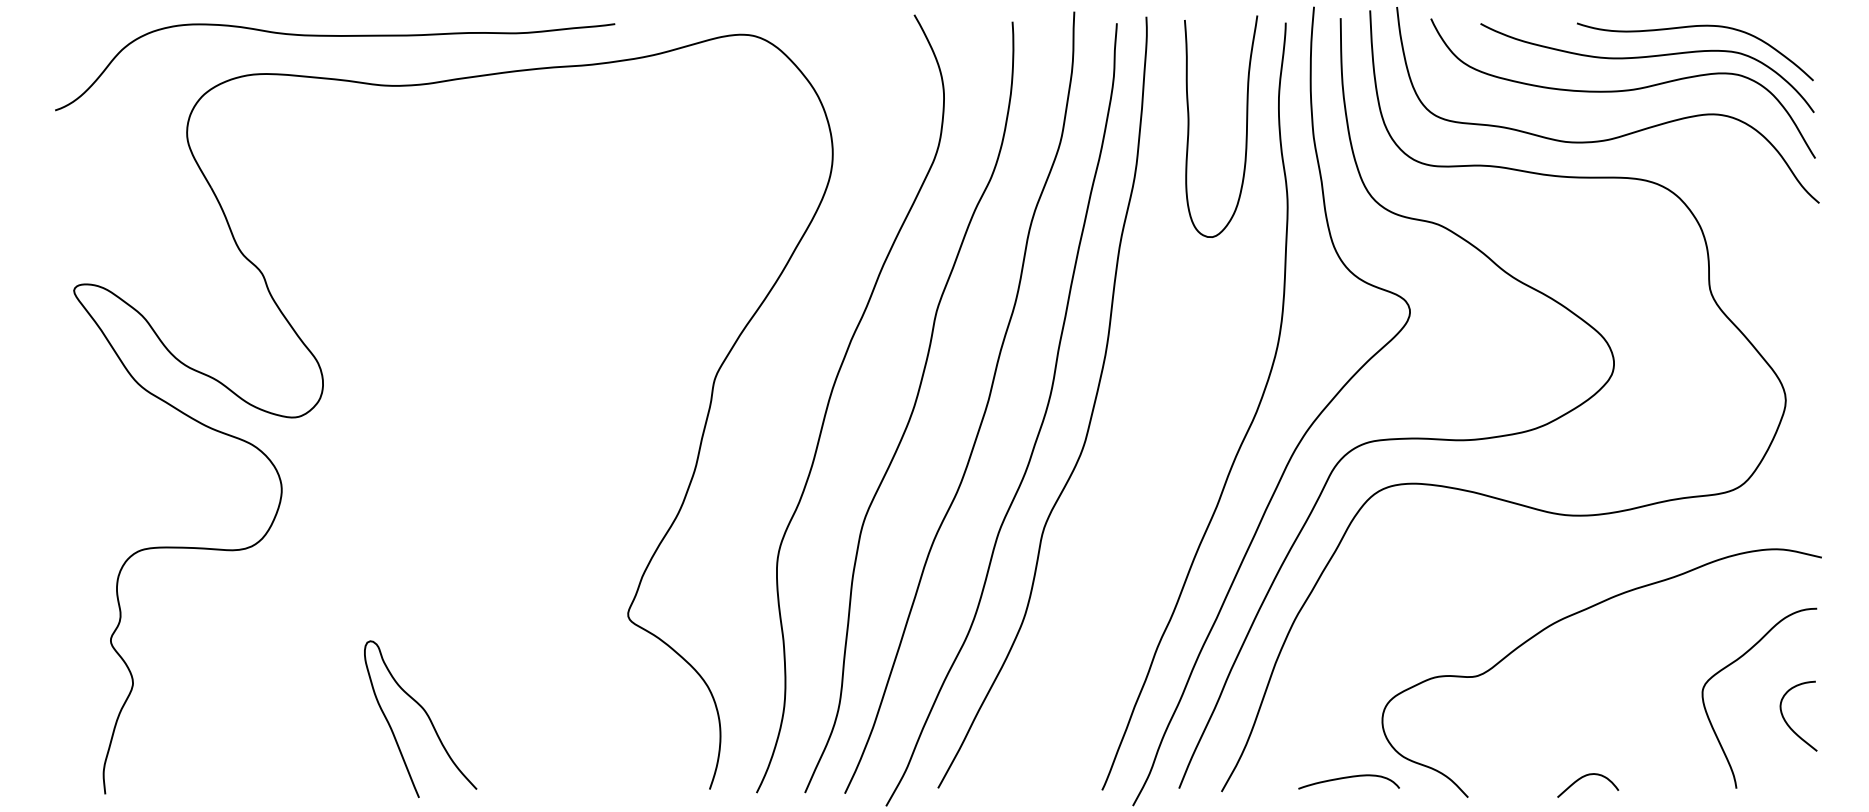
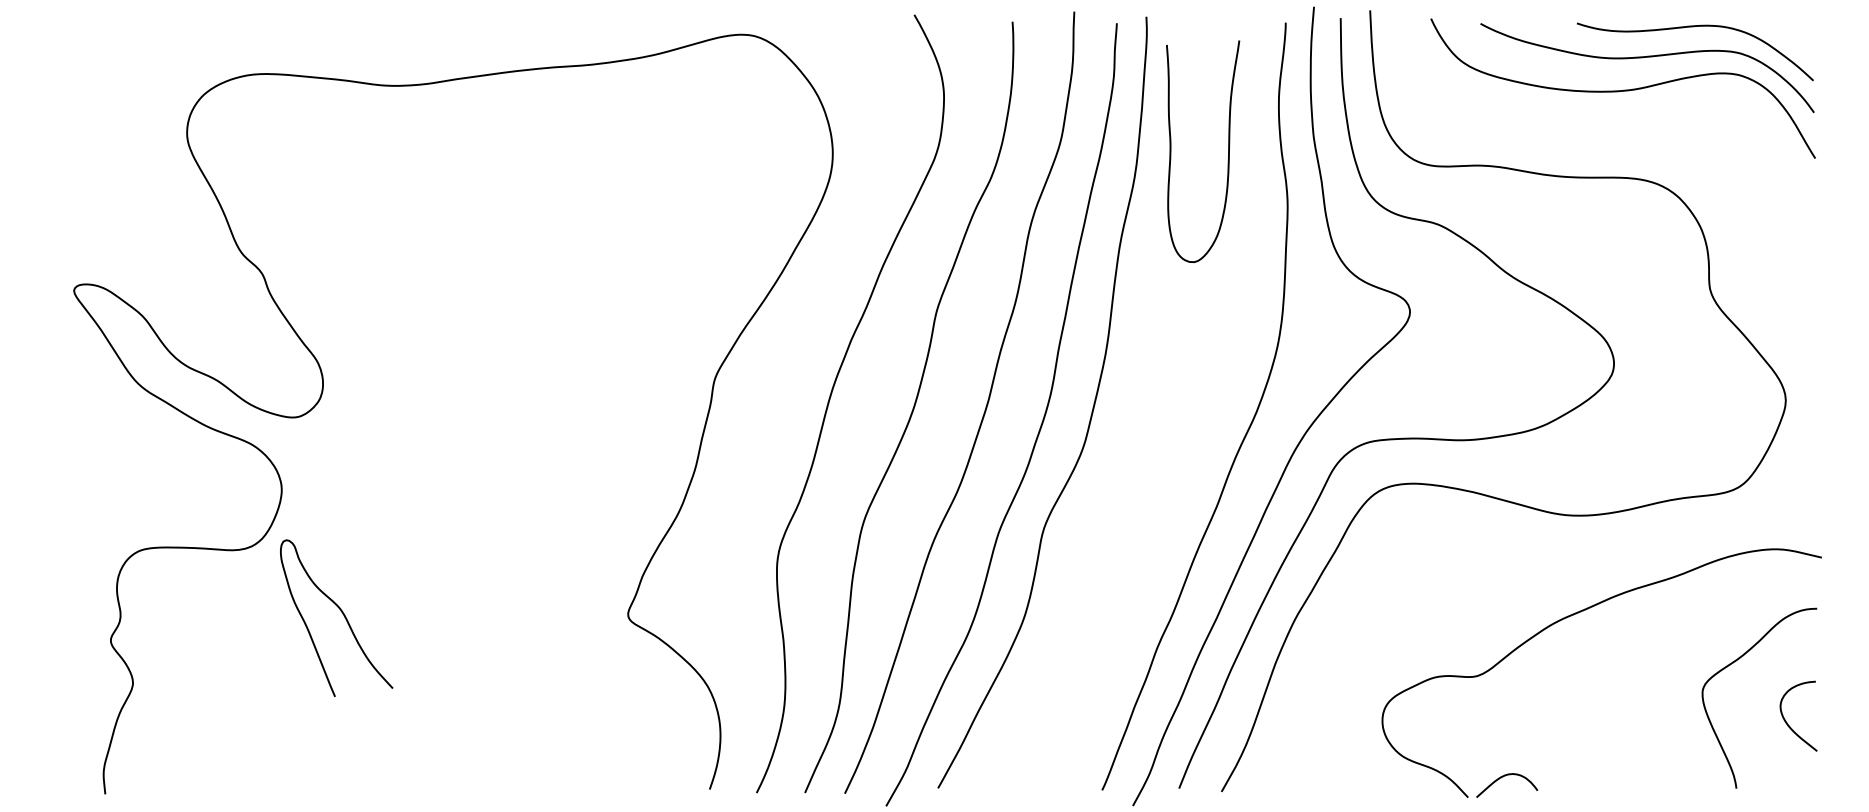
curve at (335, 36): present -> none
curve at (1246, 126) position: (1246, 126) -> (1228, 151)
curve at (1616, 136): present -> none
curve at (426, 715) position: (426, 715) -> (342, 614)
curve at (1584, 777) position: (1584, 777) -> (1503, 777)
curve at (1348, 778): present -> none
